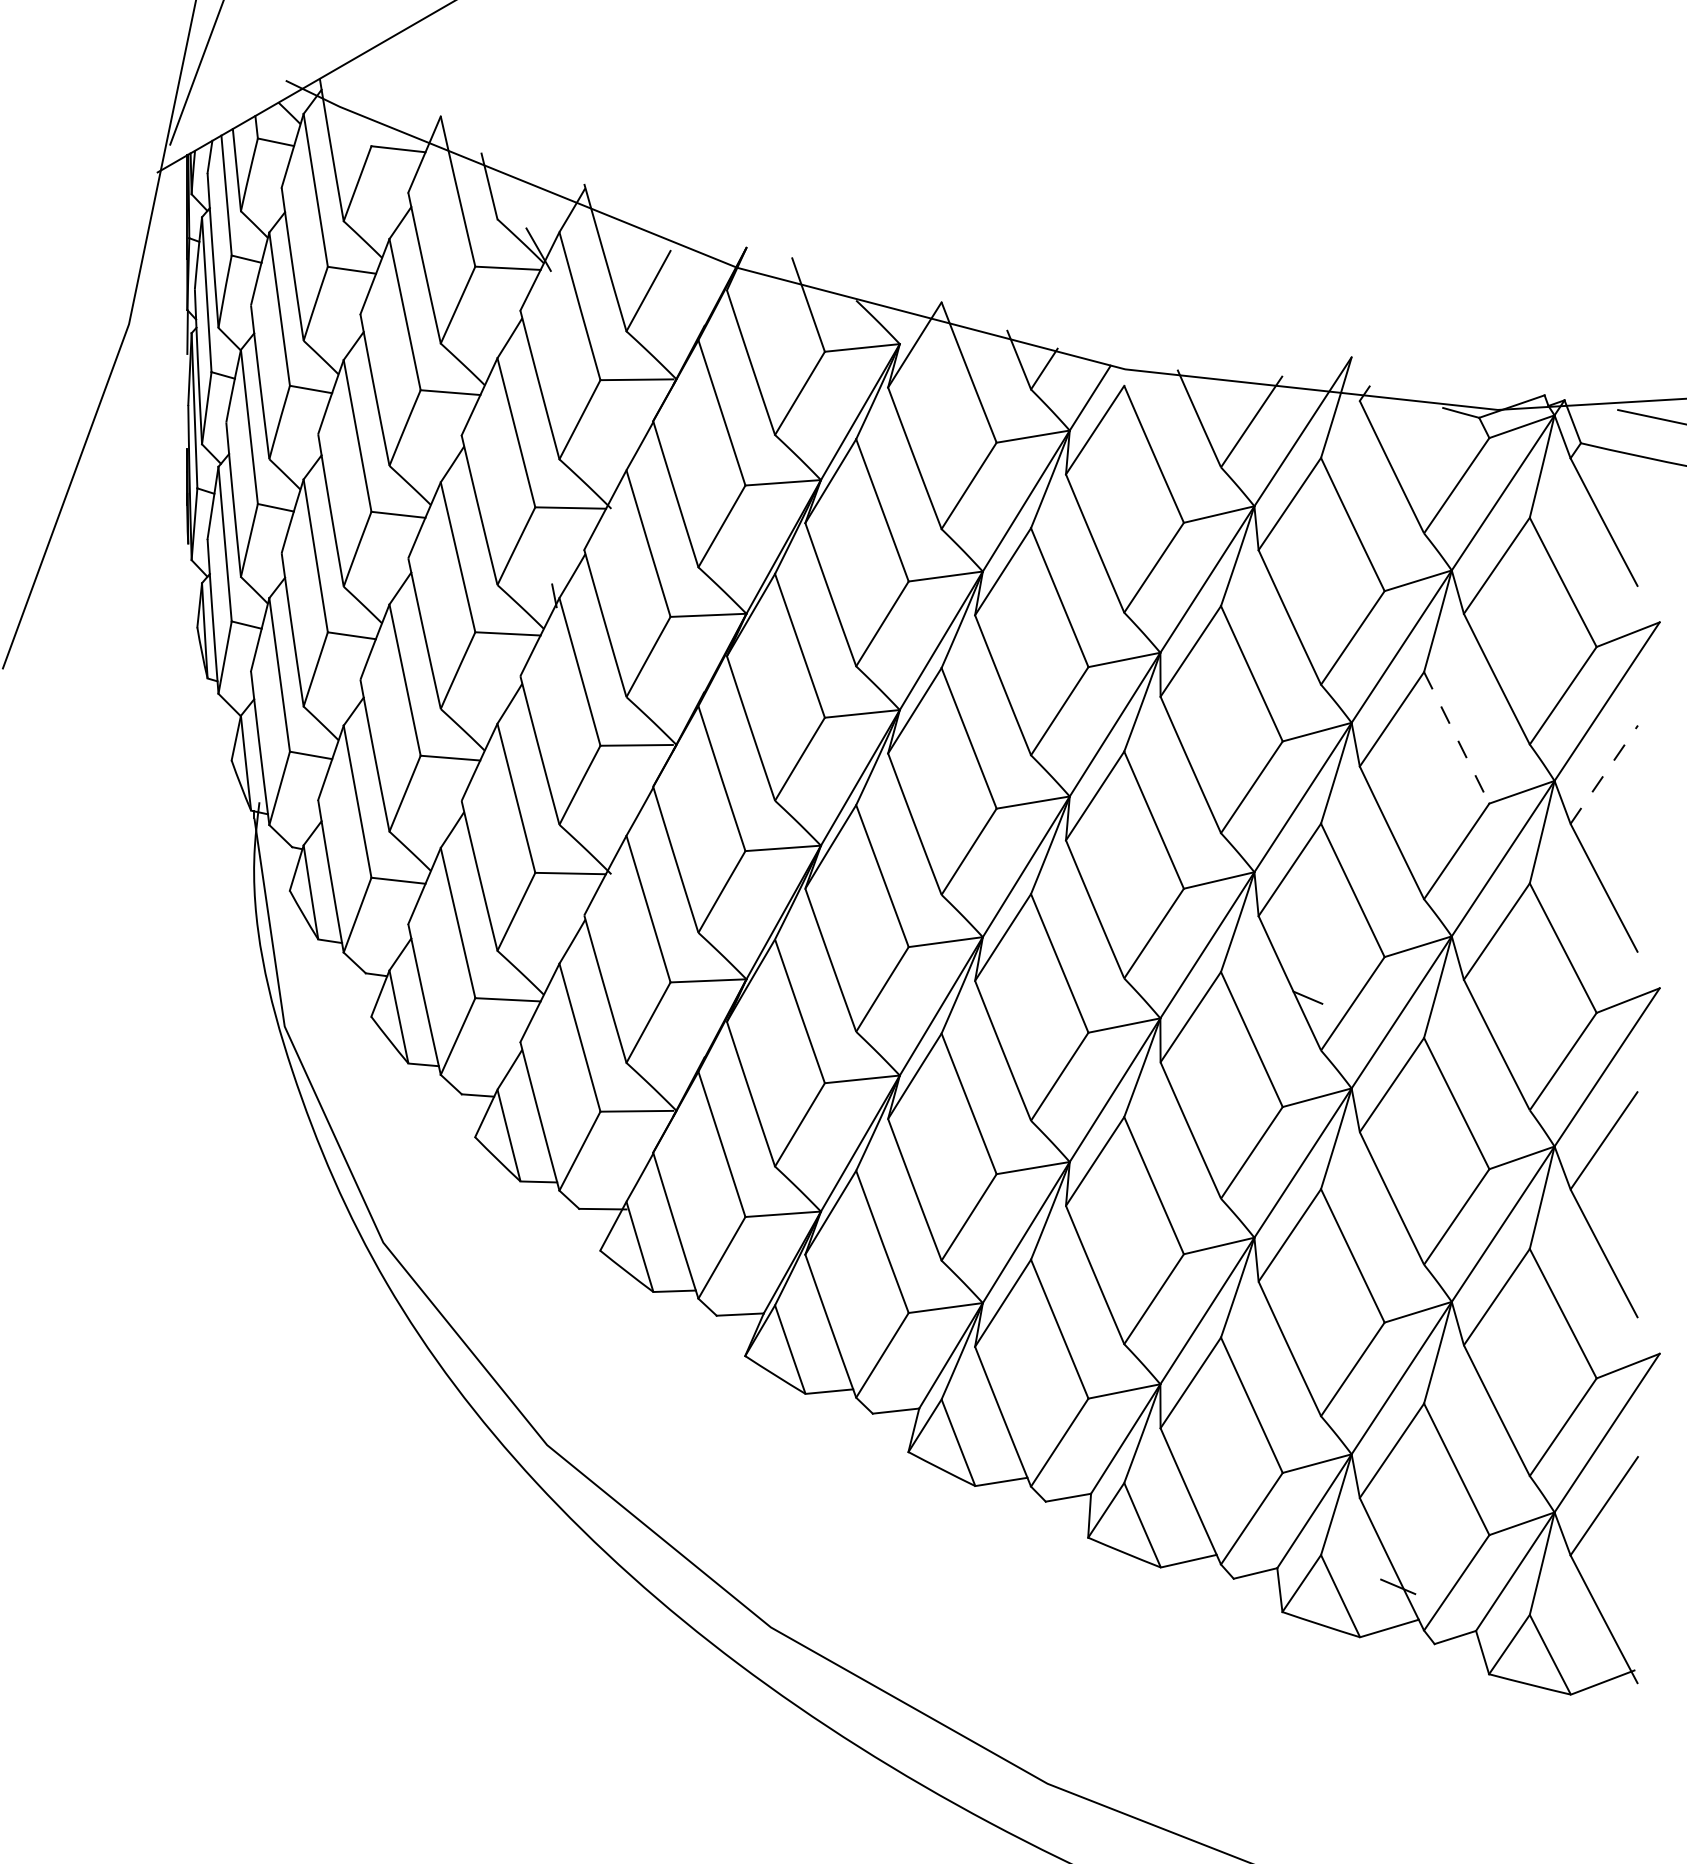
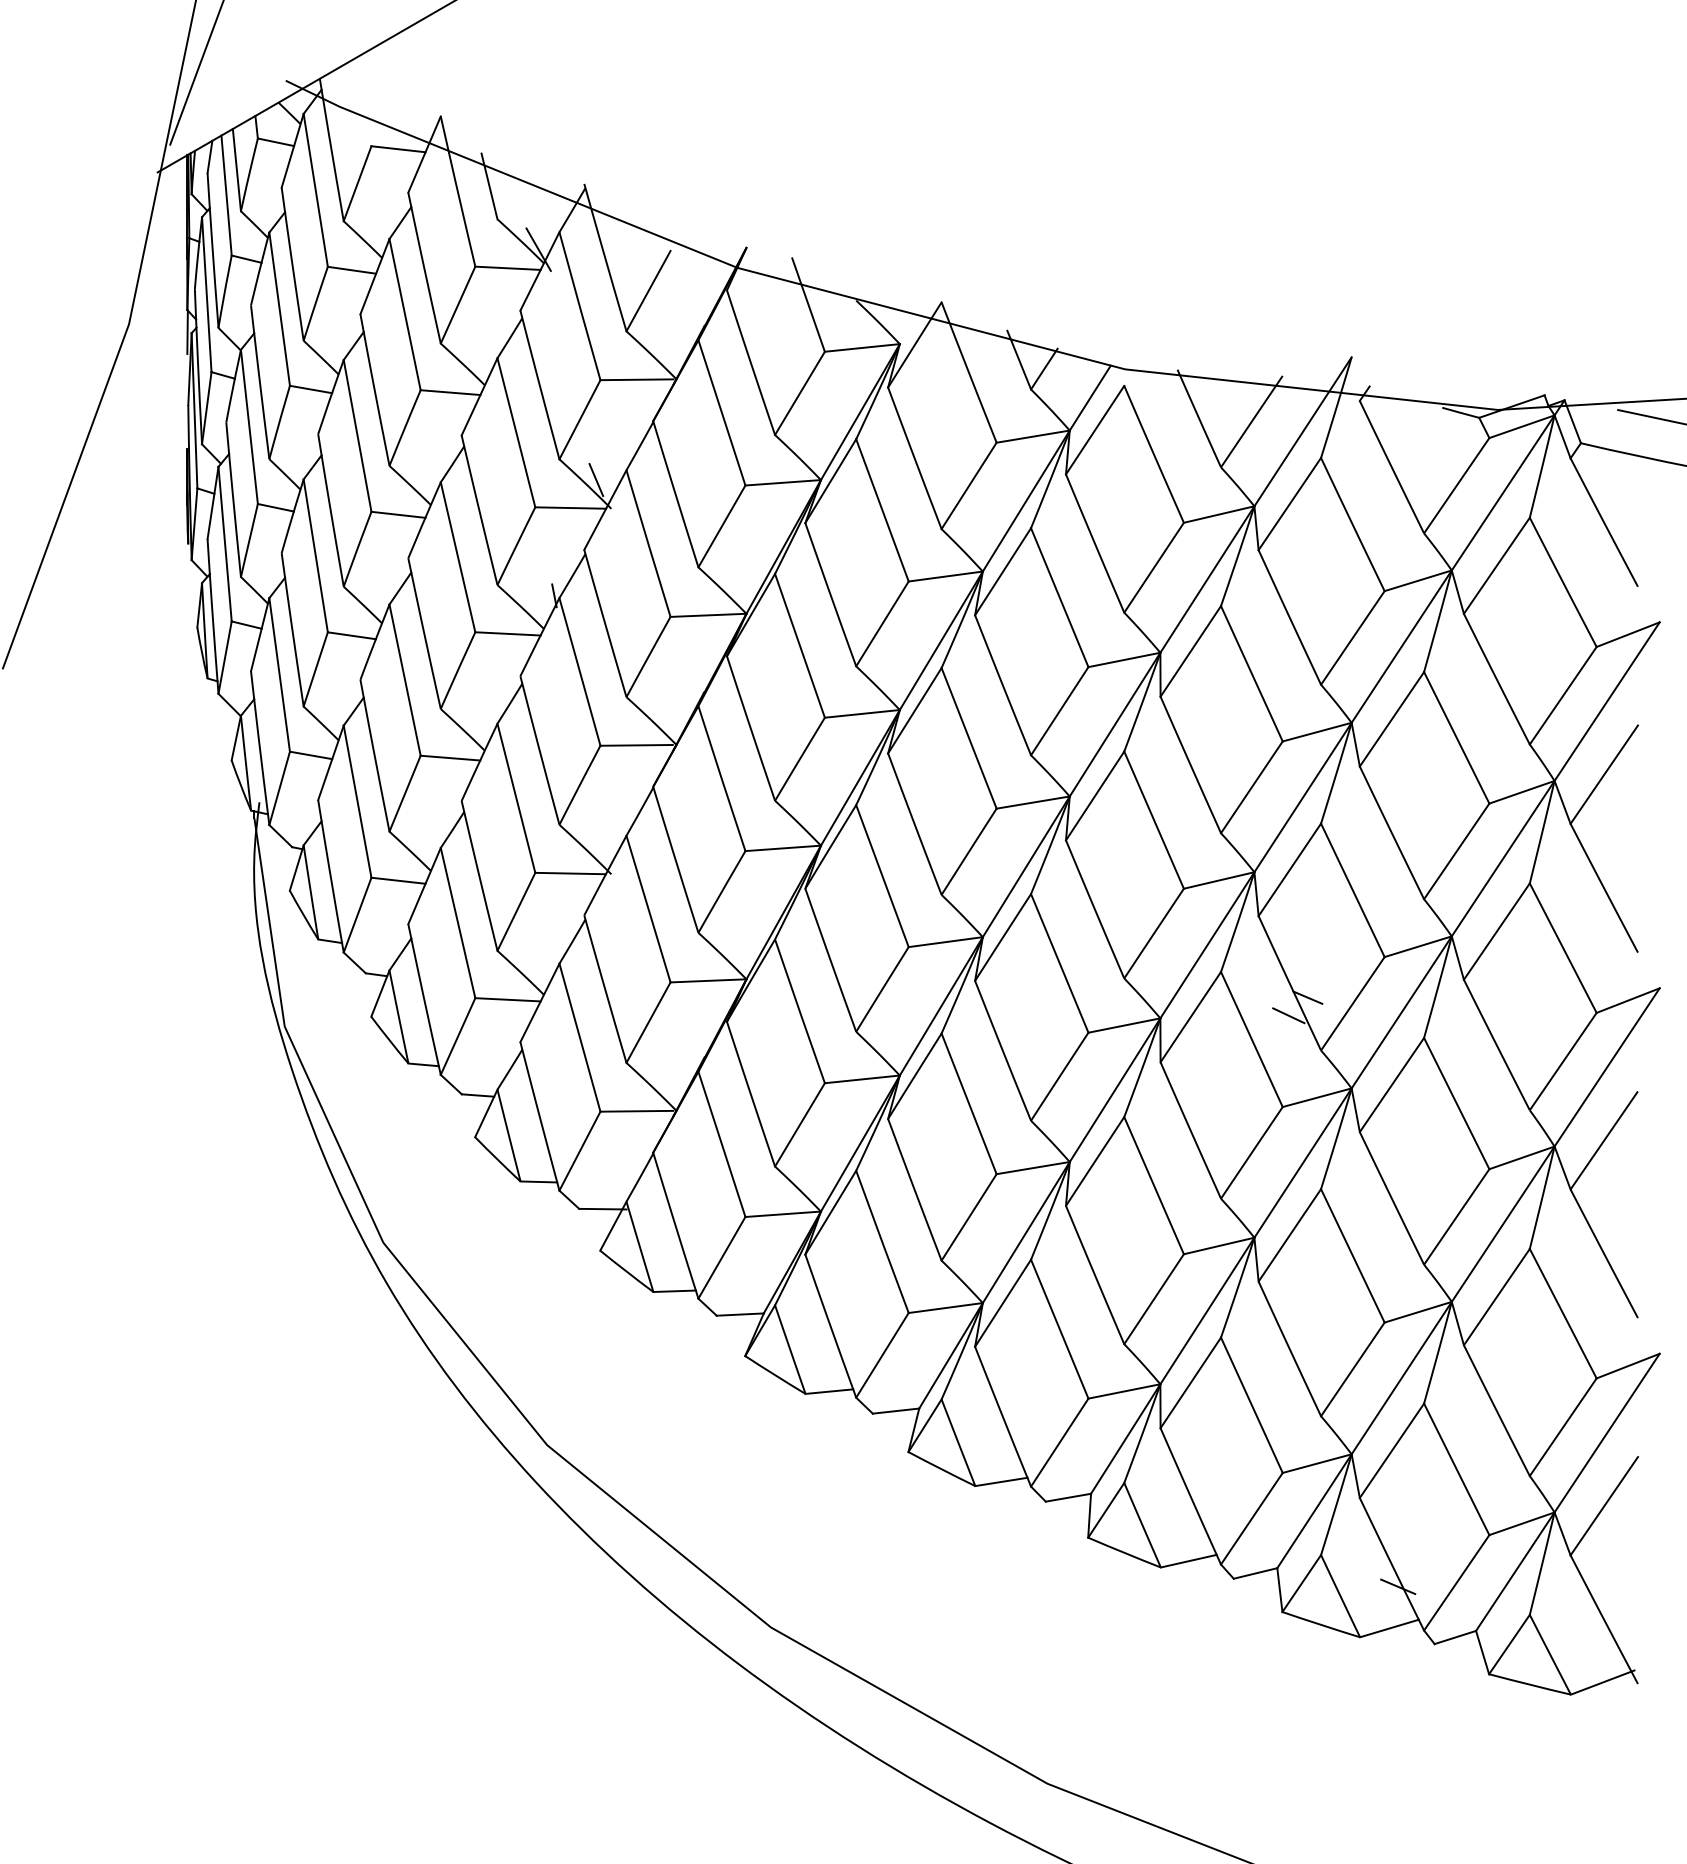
line at (596, 480): none -> present
line at (1456, 738): dashed -> solid
line at (1604, 774): dashed -> solid
line at (1288, 1015): none -> present
